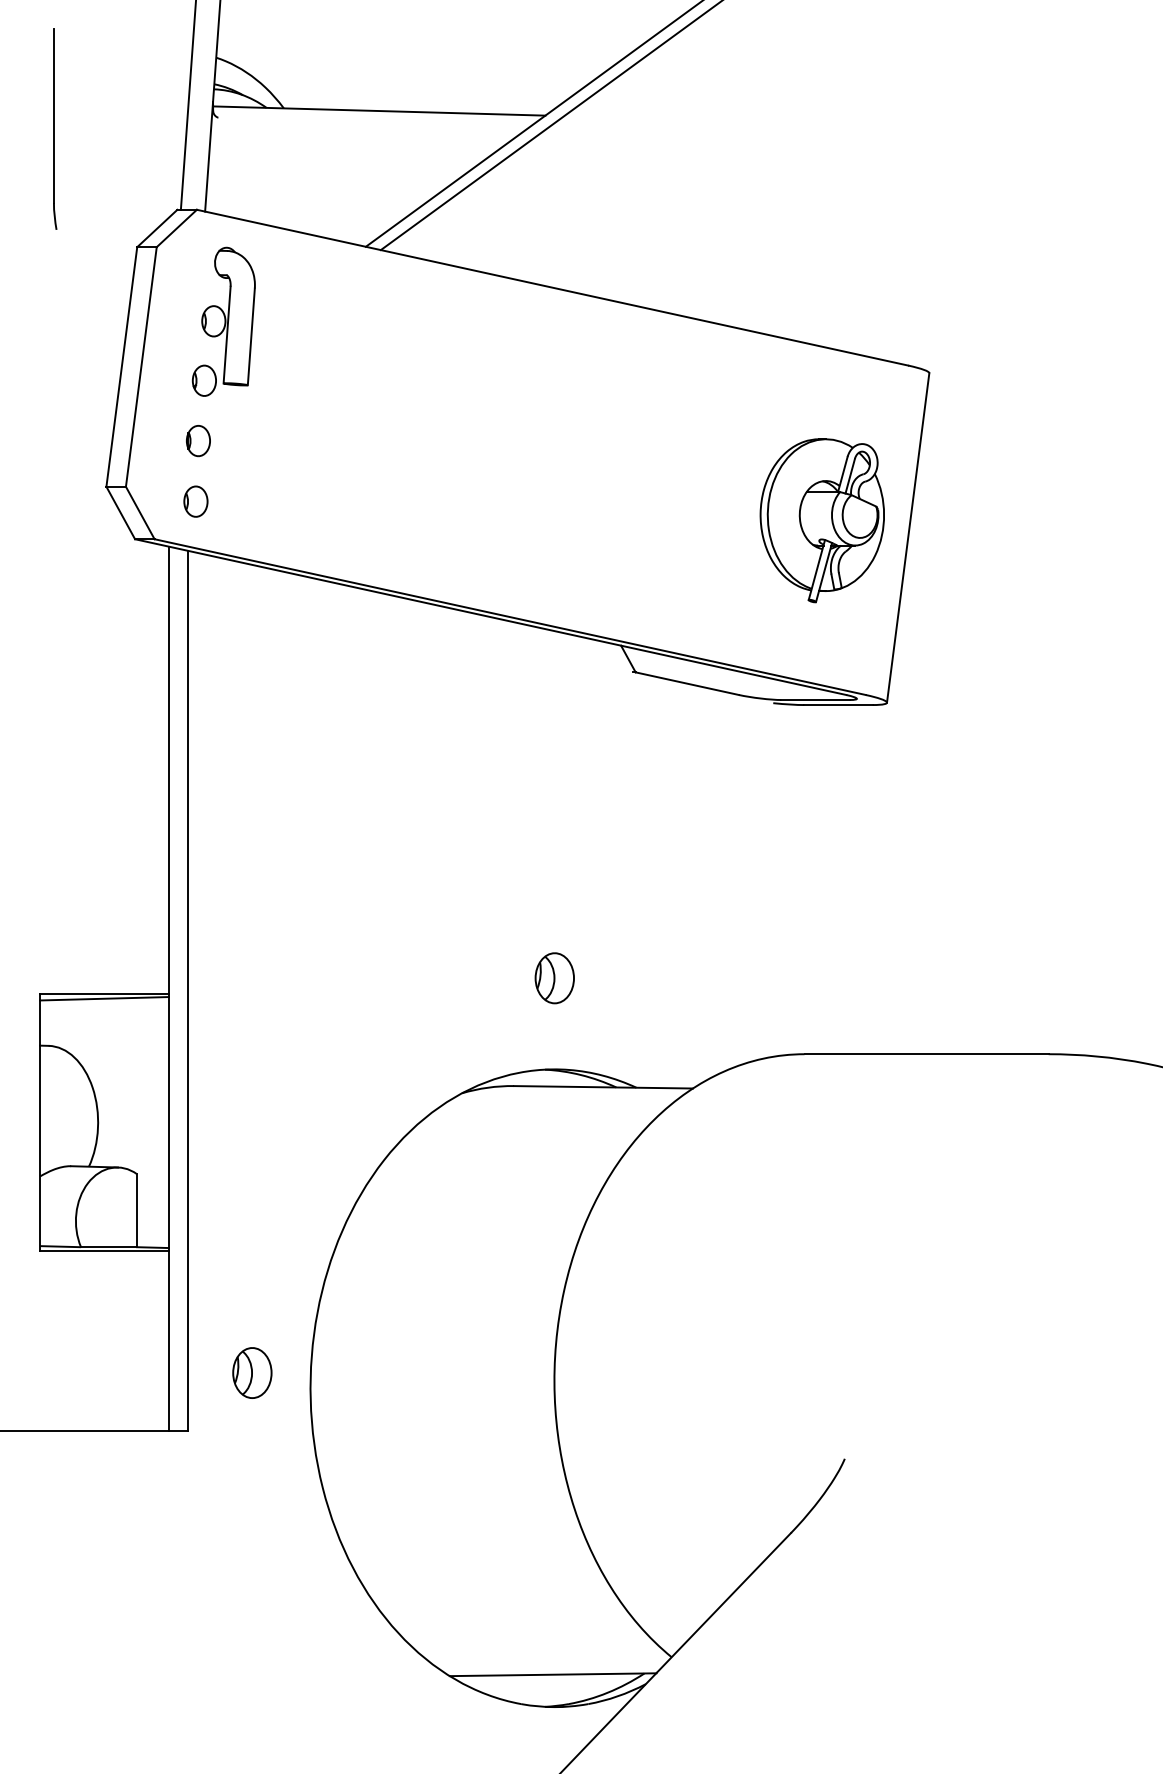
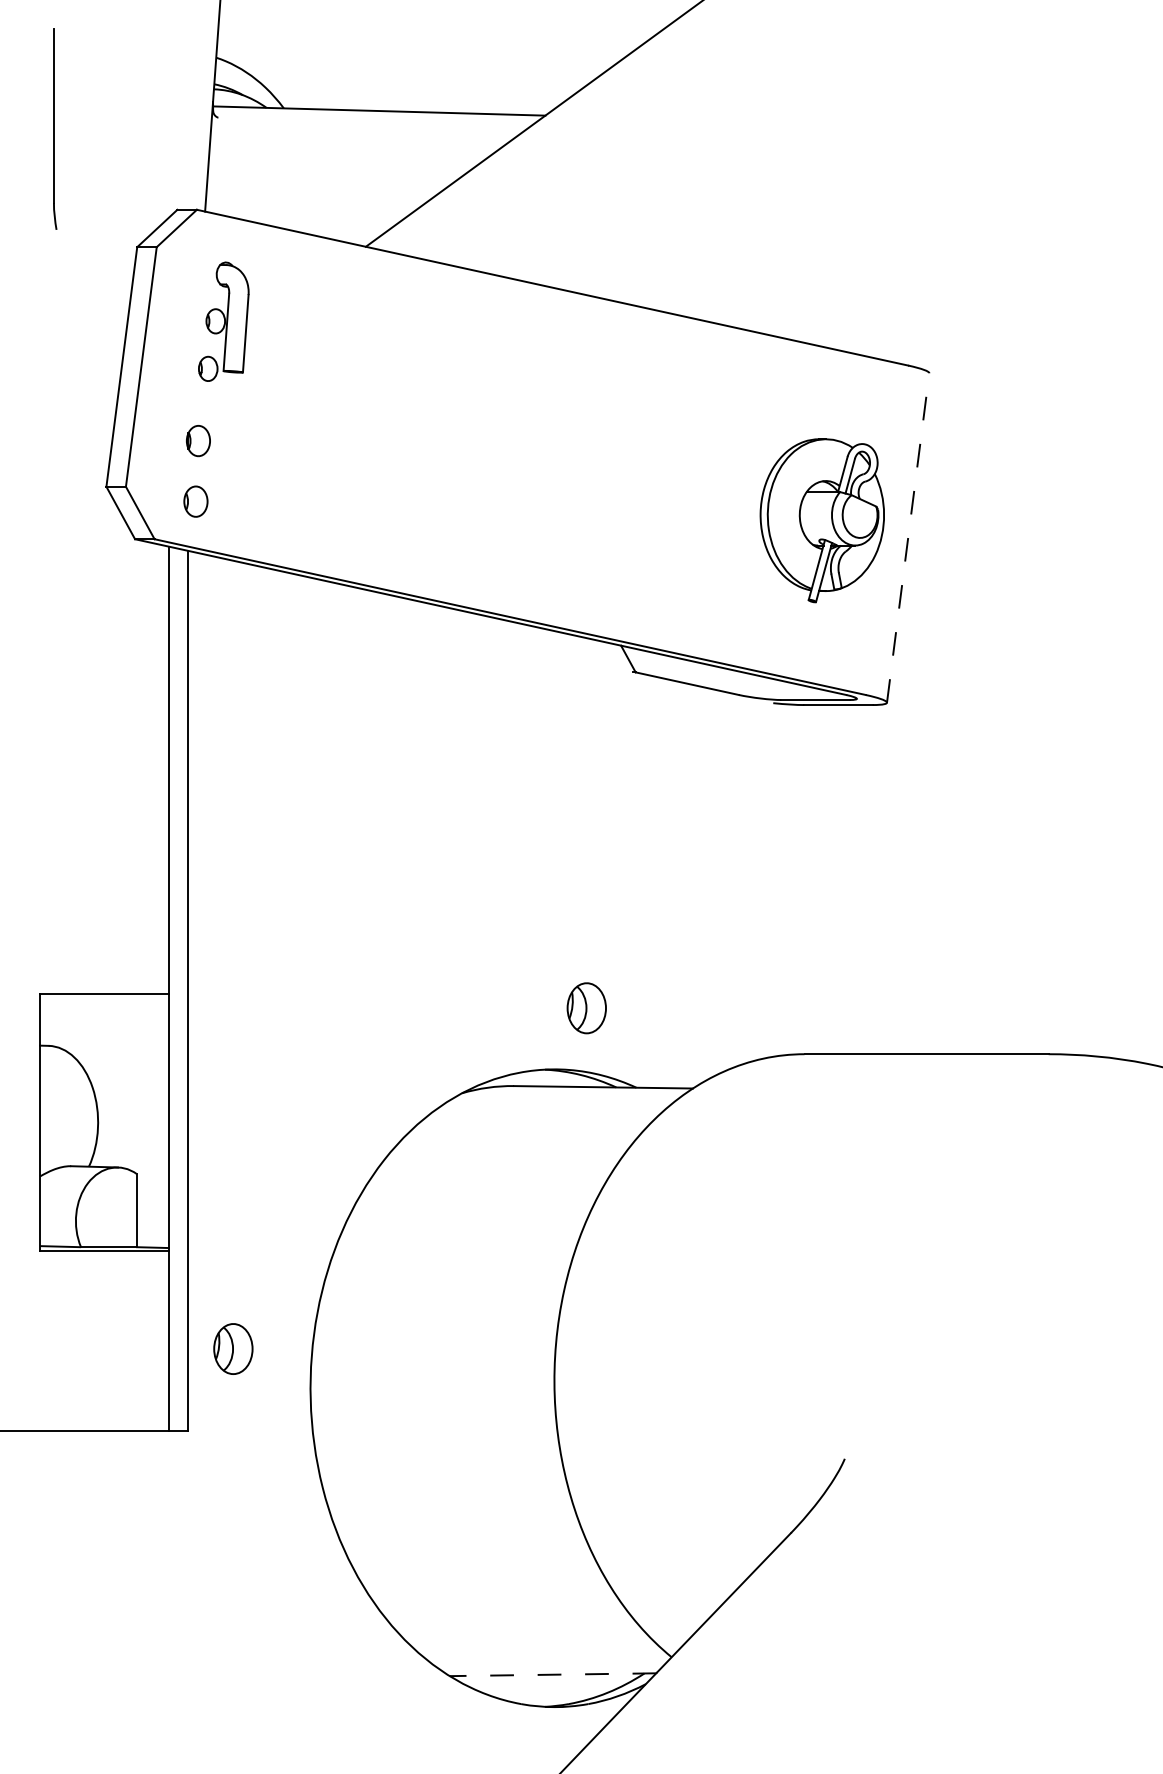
line at (187, 105): present -> none
line at (550, 126): present -> none
part at (223, 321) size: 65x151 px -> 52x121 px
line at (908, 537): solid -> dashed
part at (554, 978) position: (554, 978) -> (586, 1008)
line at (104, 998): present -> none
part at (252, 1372) position: (252, 1372) -> (233, 1348)
line at (552, 1674): solid -> dashed
